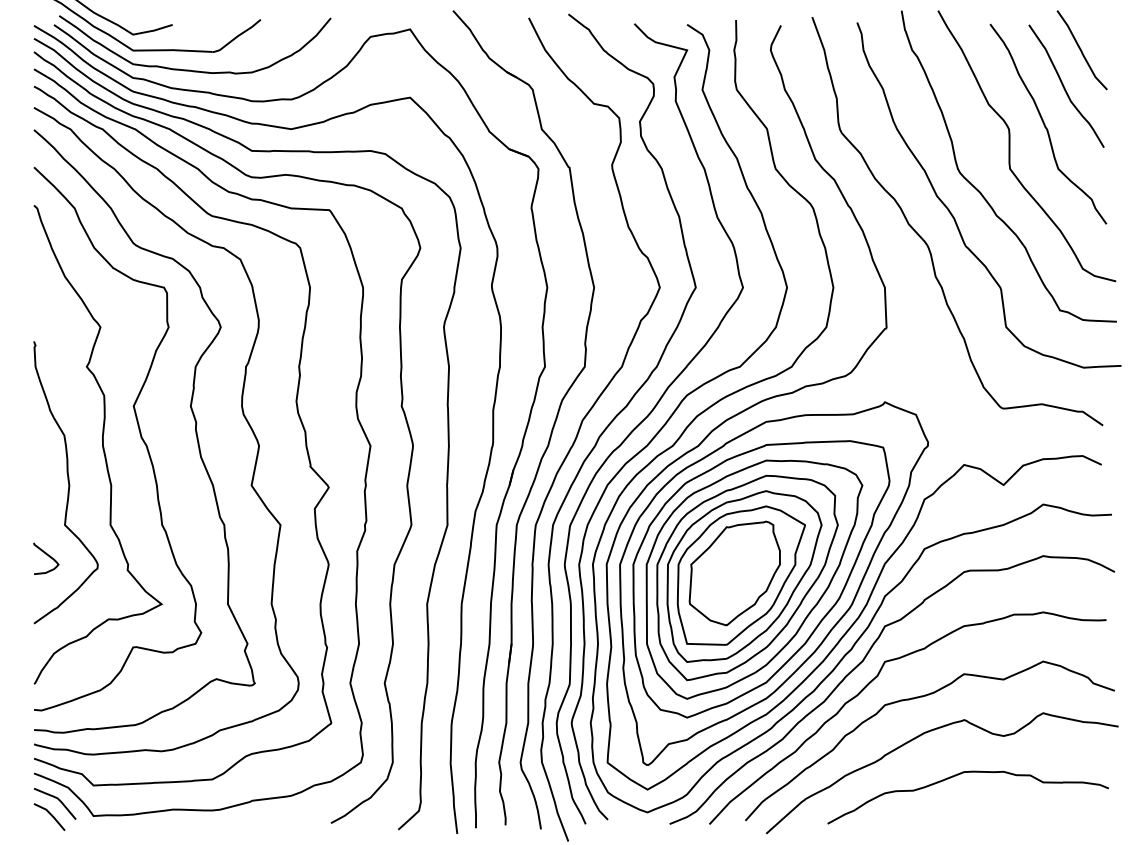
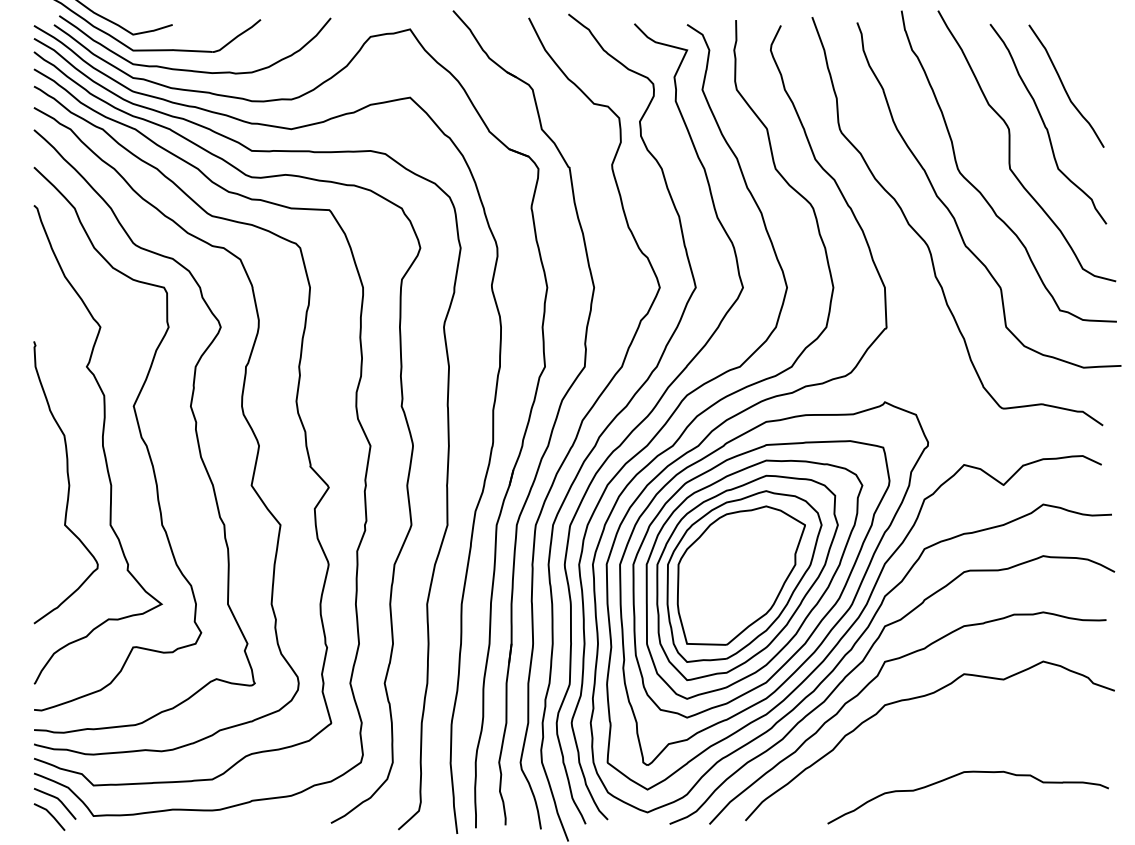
curve at (1081, 50): present -> none
curve at (48, 556): present -> none
part at (734, 573): present -> none
curve at (922, 735): present -> none
